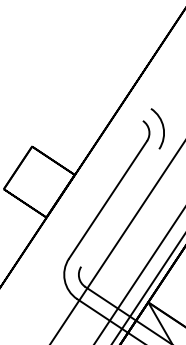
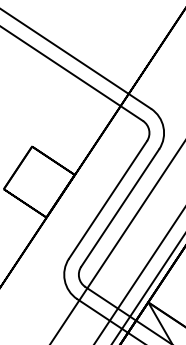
line at (76, 59): none -> present
line at (72, 73): none -> present
line at (120, 207): none -> present
